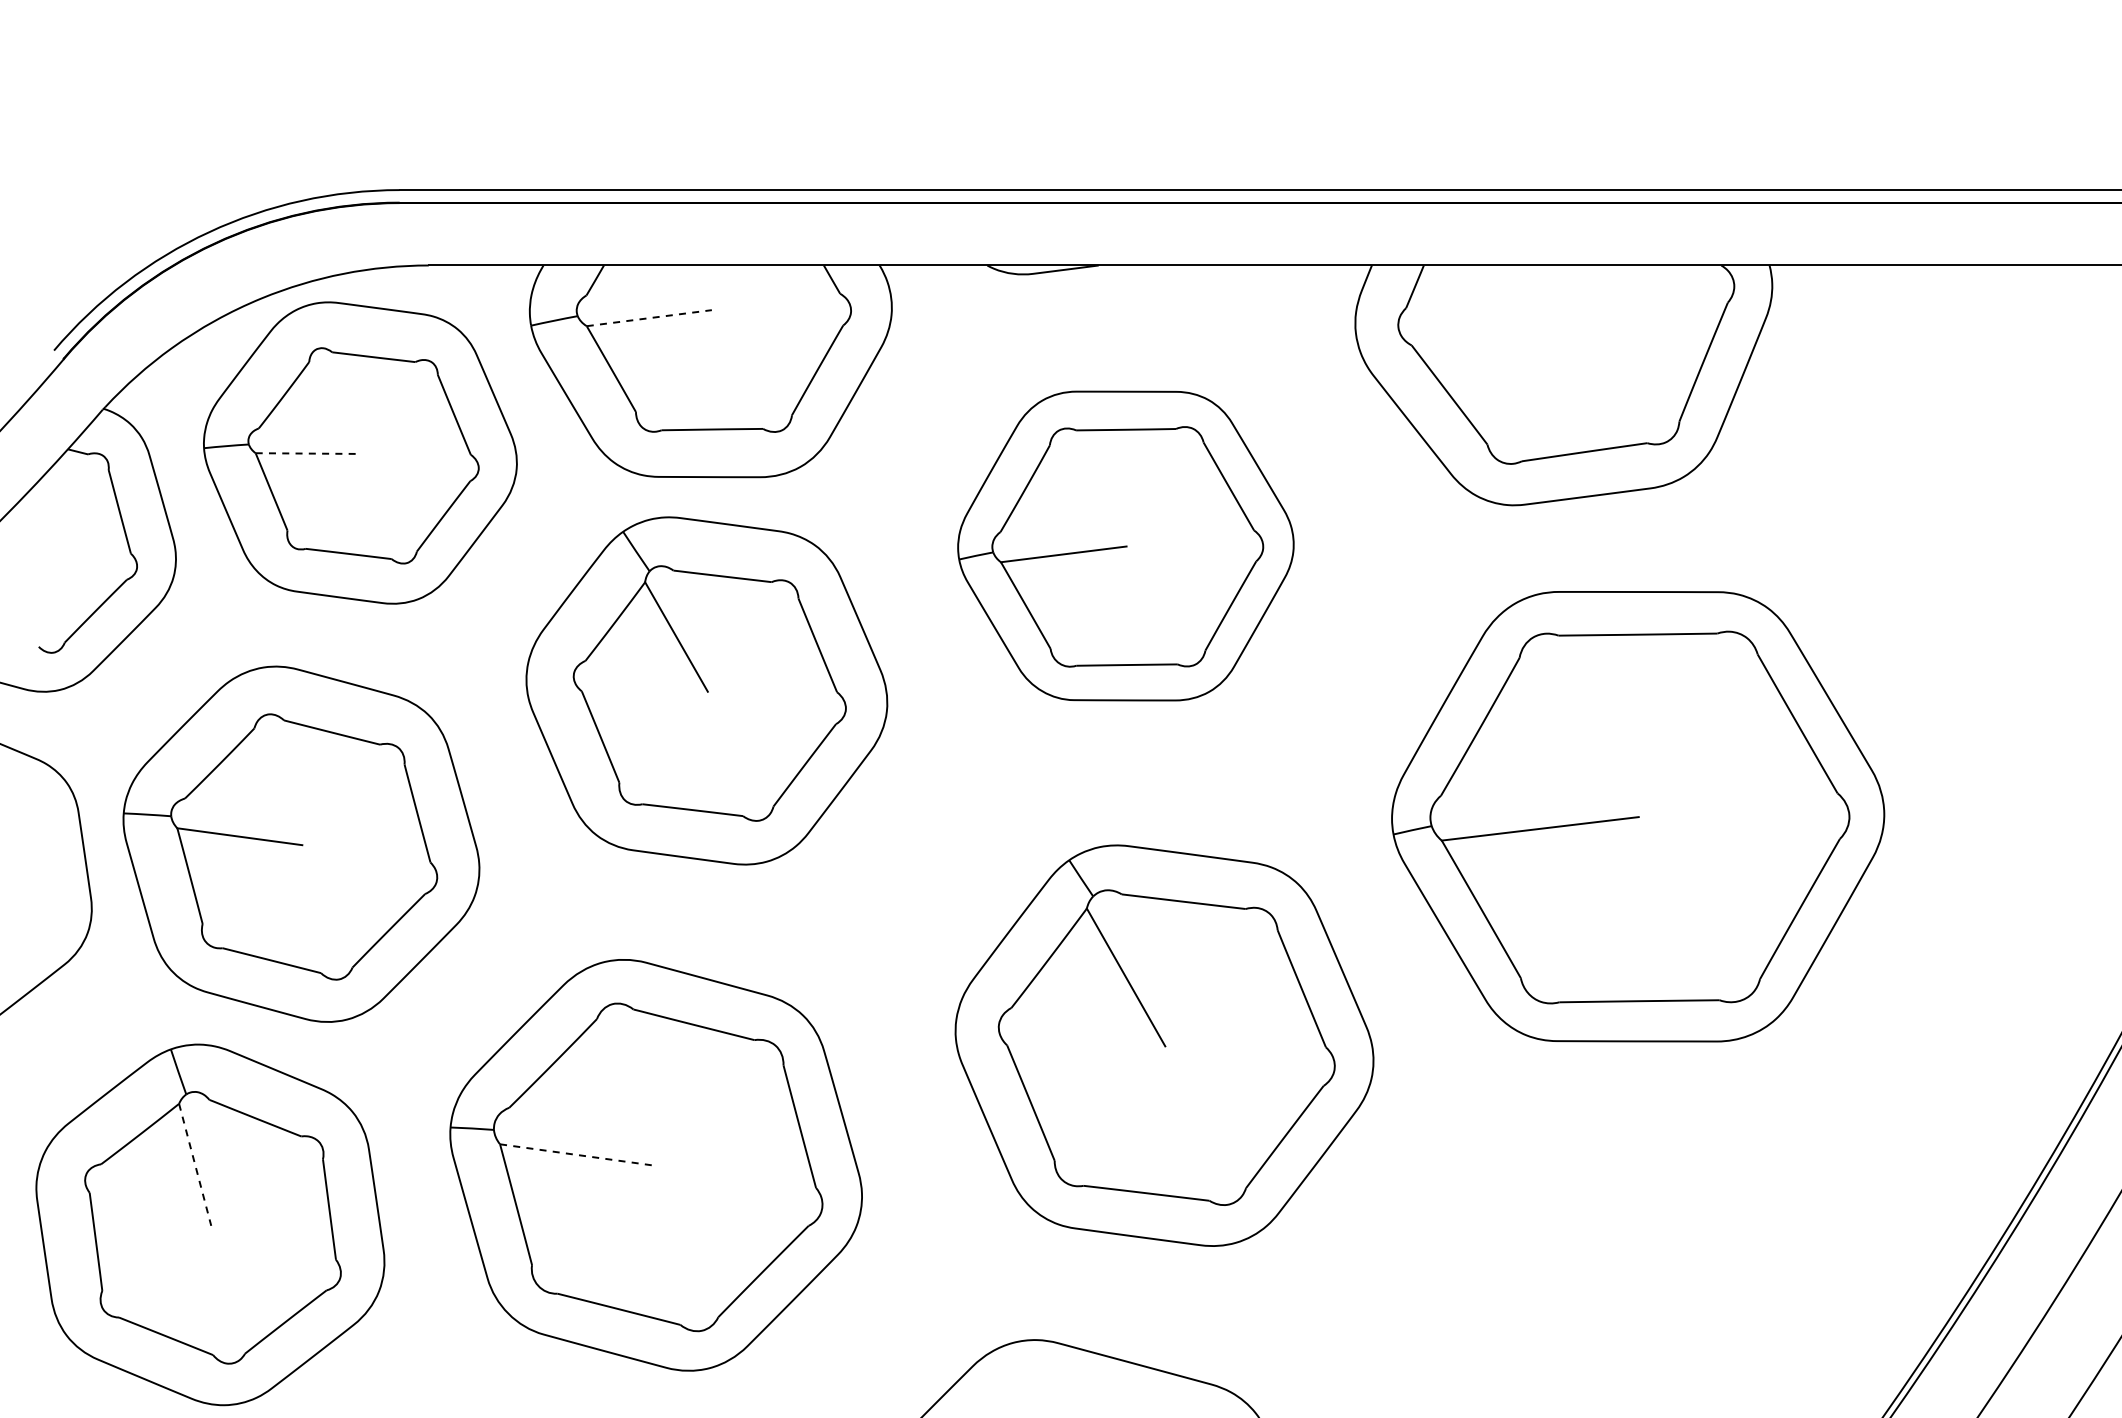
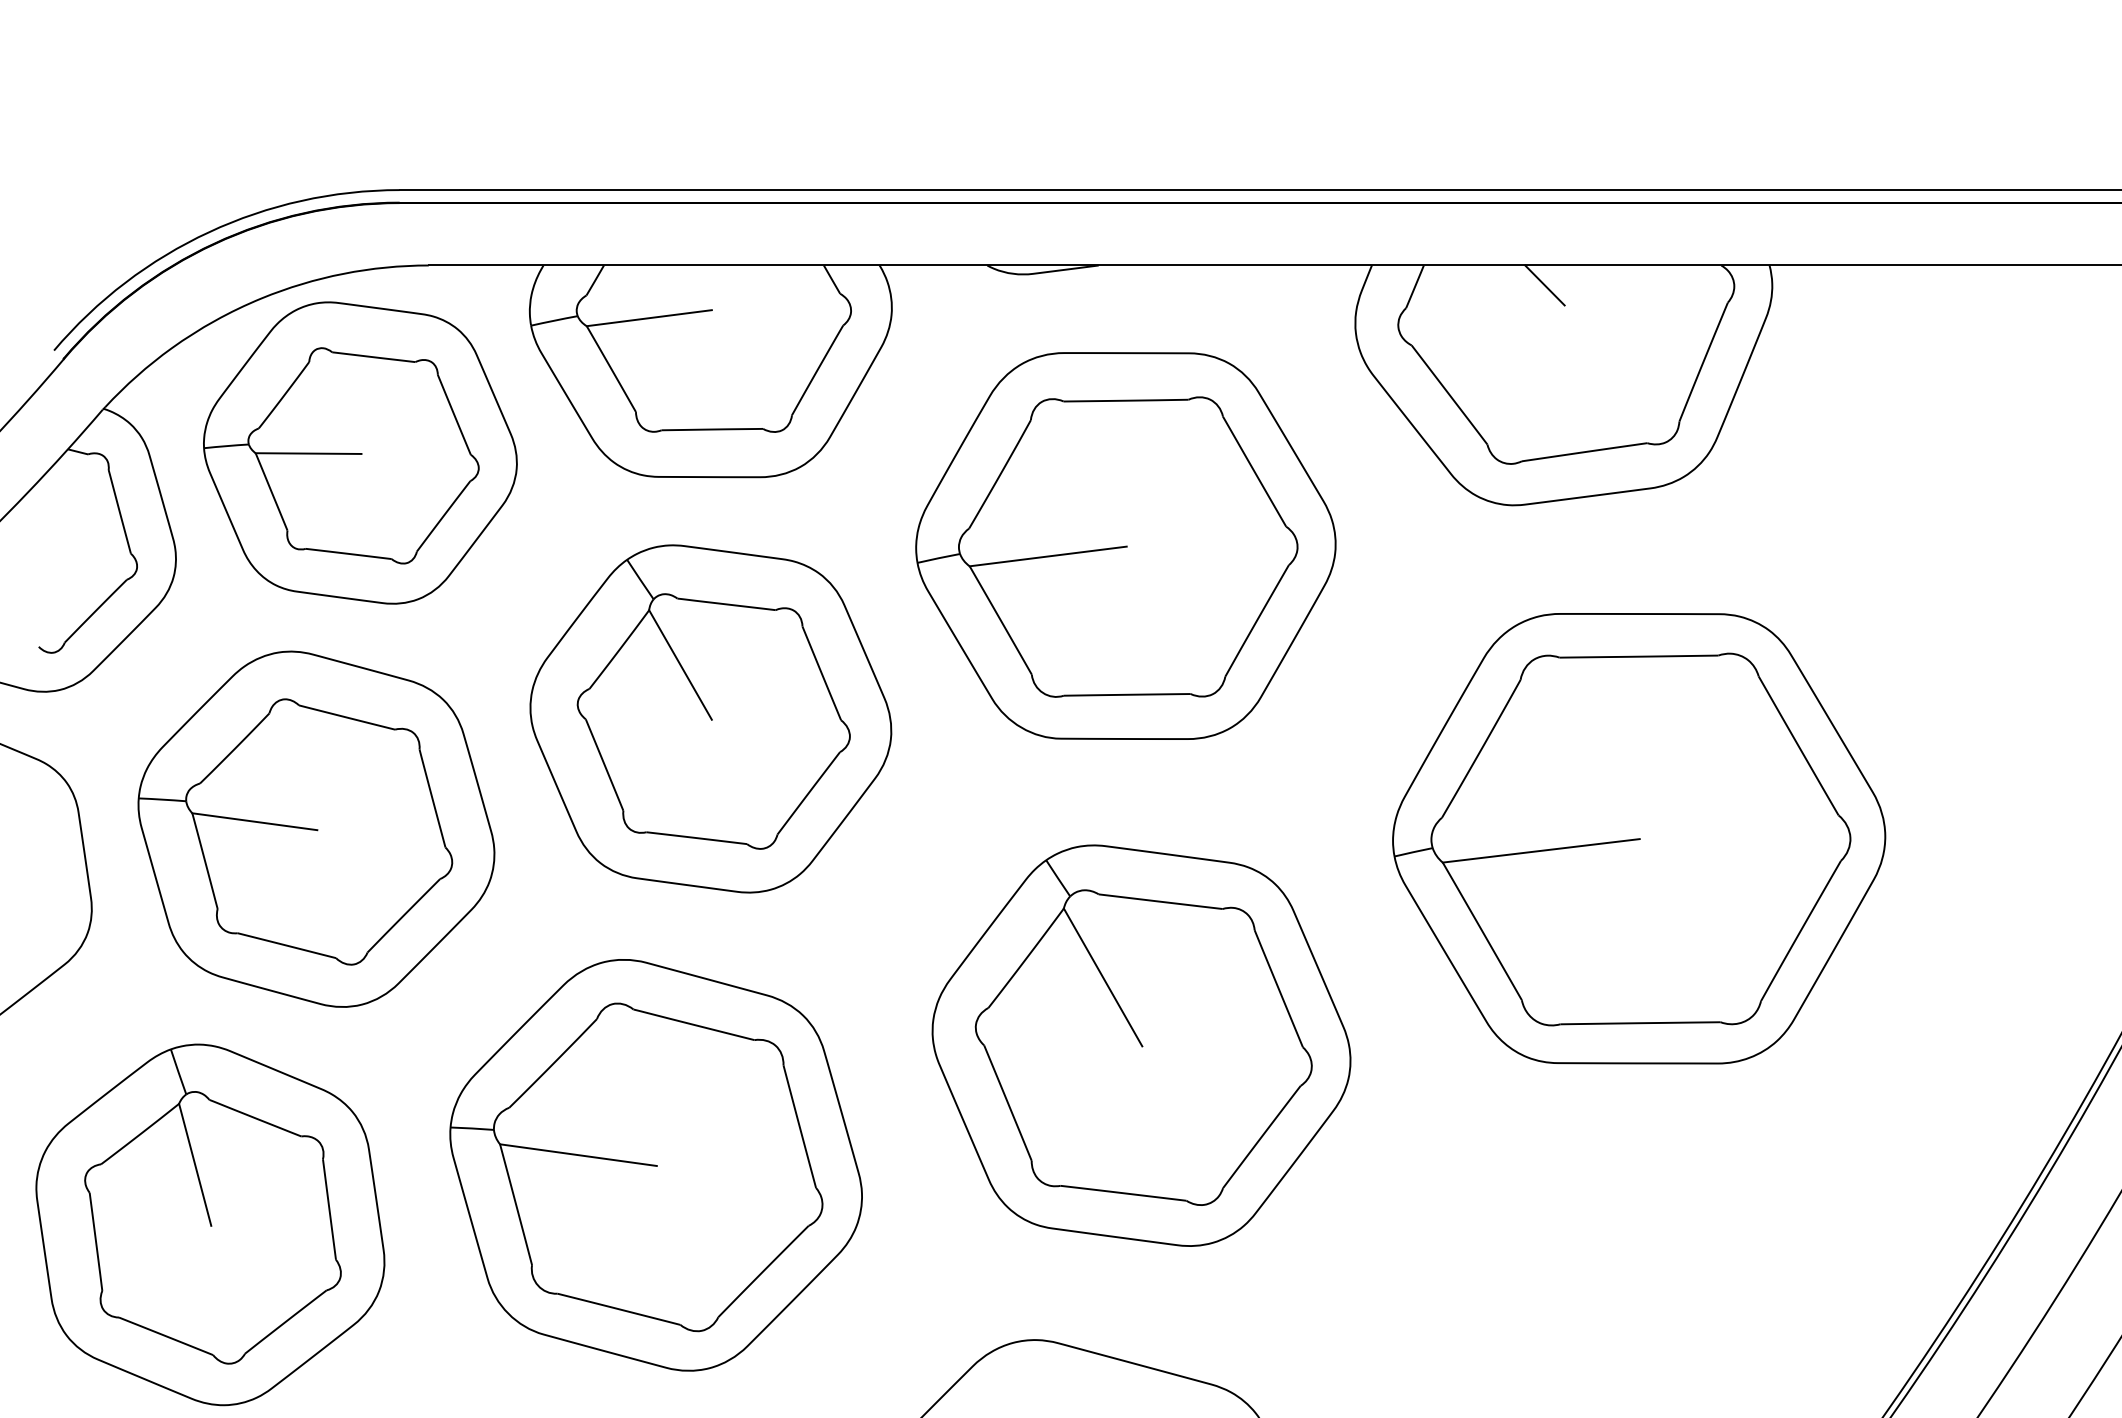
line at (1544, 285): none -> present
line at (649, 318): dashed -> solid
line at (308, 453): dashed -> solid
part at (1125, 545) size: 338x312 px -> 422x388 px
part at (706, 690) position: (706, 690) -> (710, 718)
part at (1638, 816) position: (1638, 816) -> (1639, 838)
part at (301, 843) position: (301, 843) -> (316, 828)
part at (1164, 1045) position: (1164, 1045) -> (1141, 1045)
line at (578, 1155): dashed -> solid
line at (195, 1165): dashed -> solid
